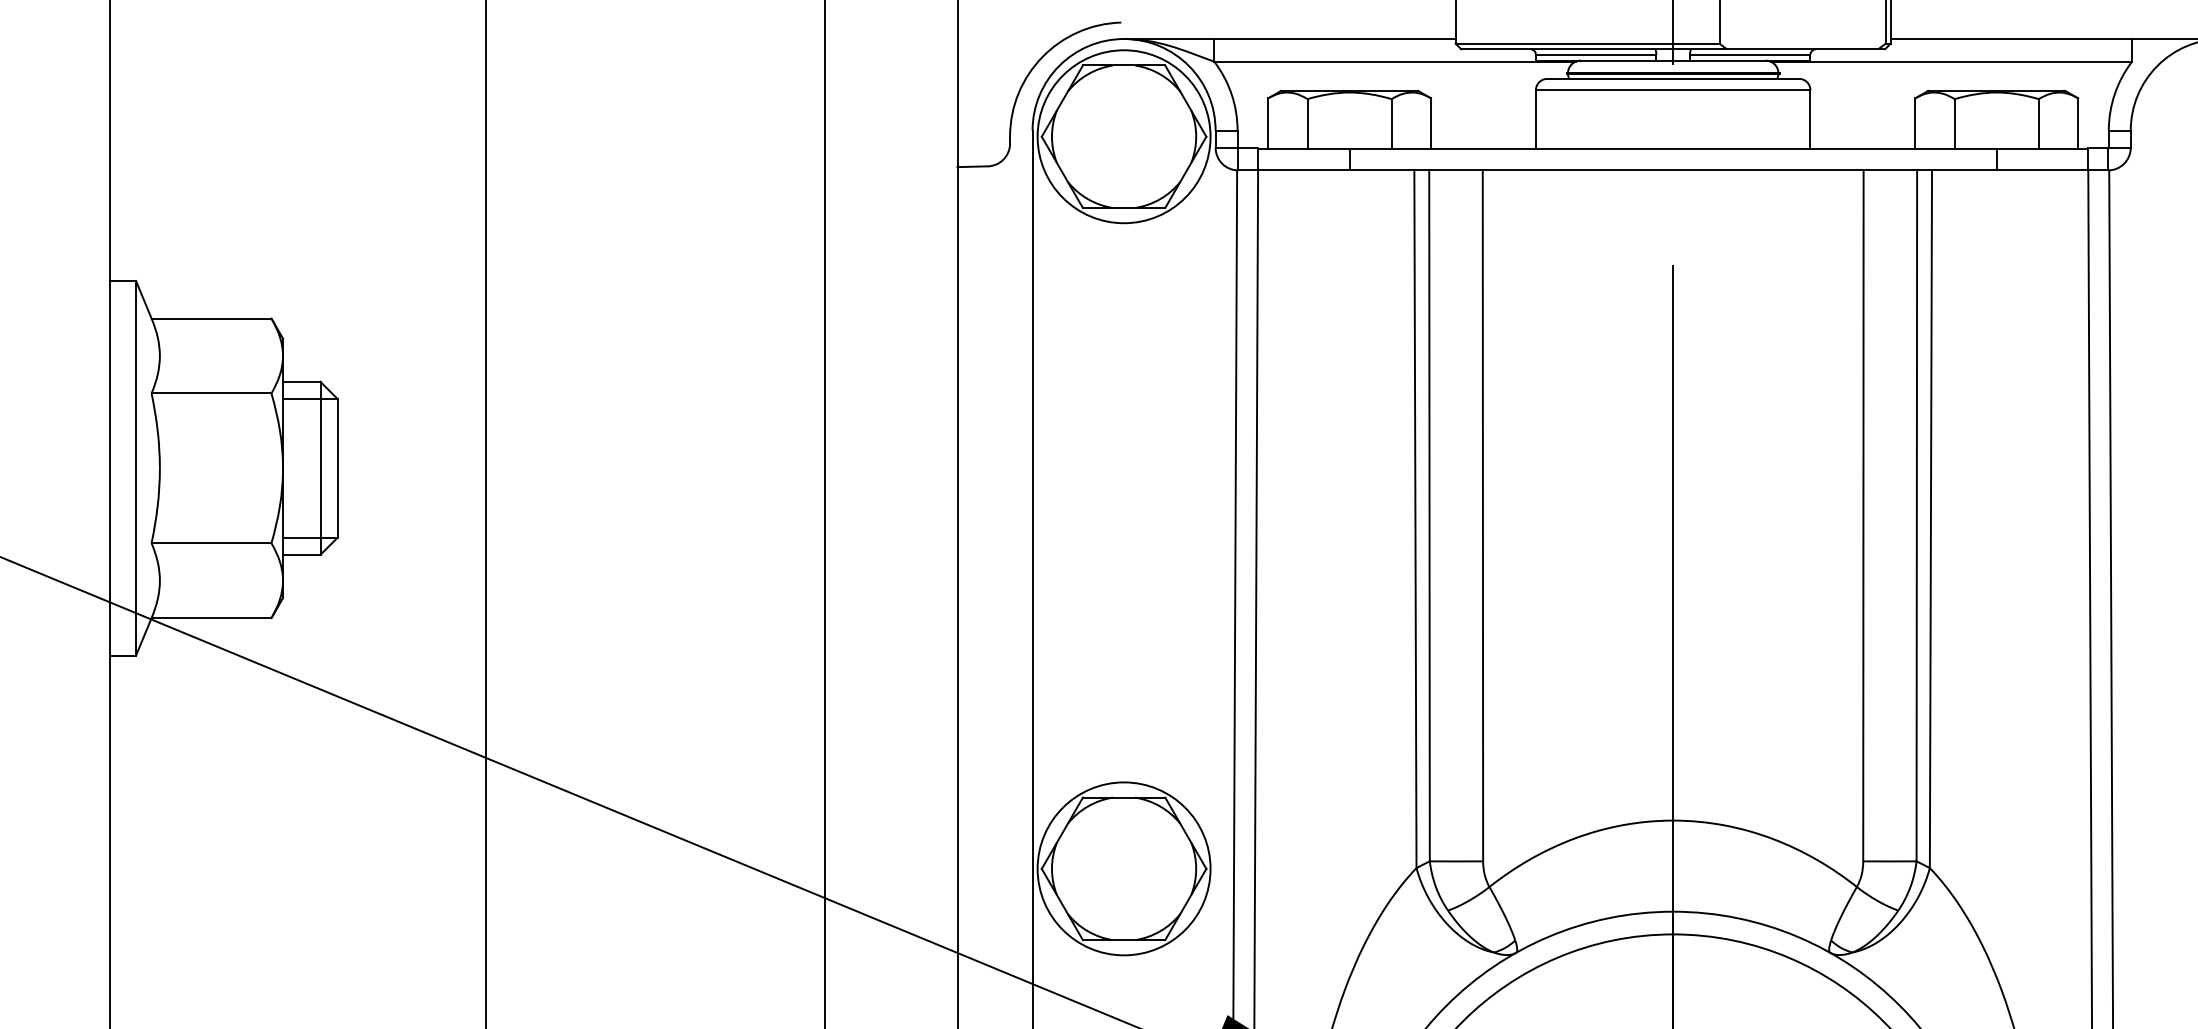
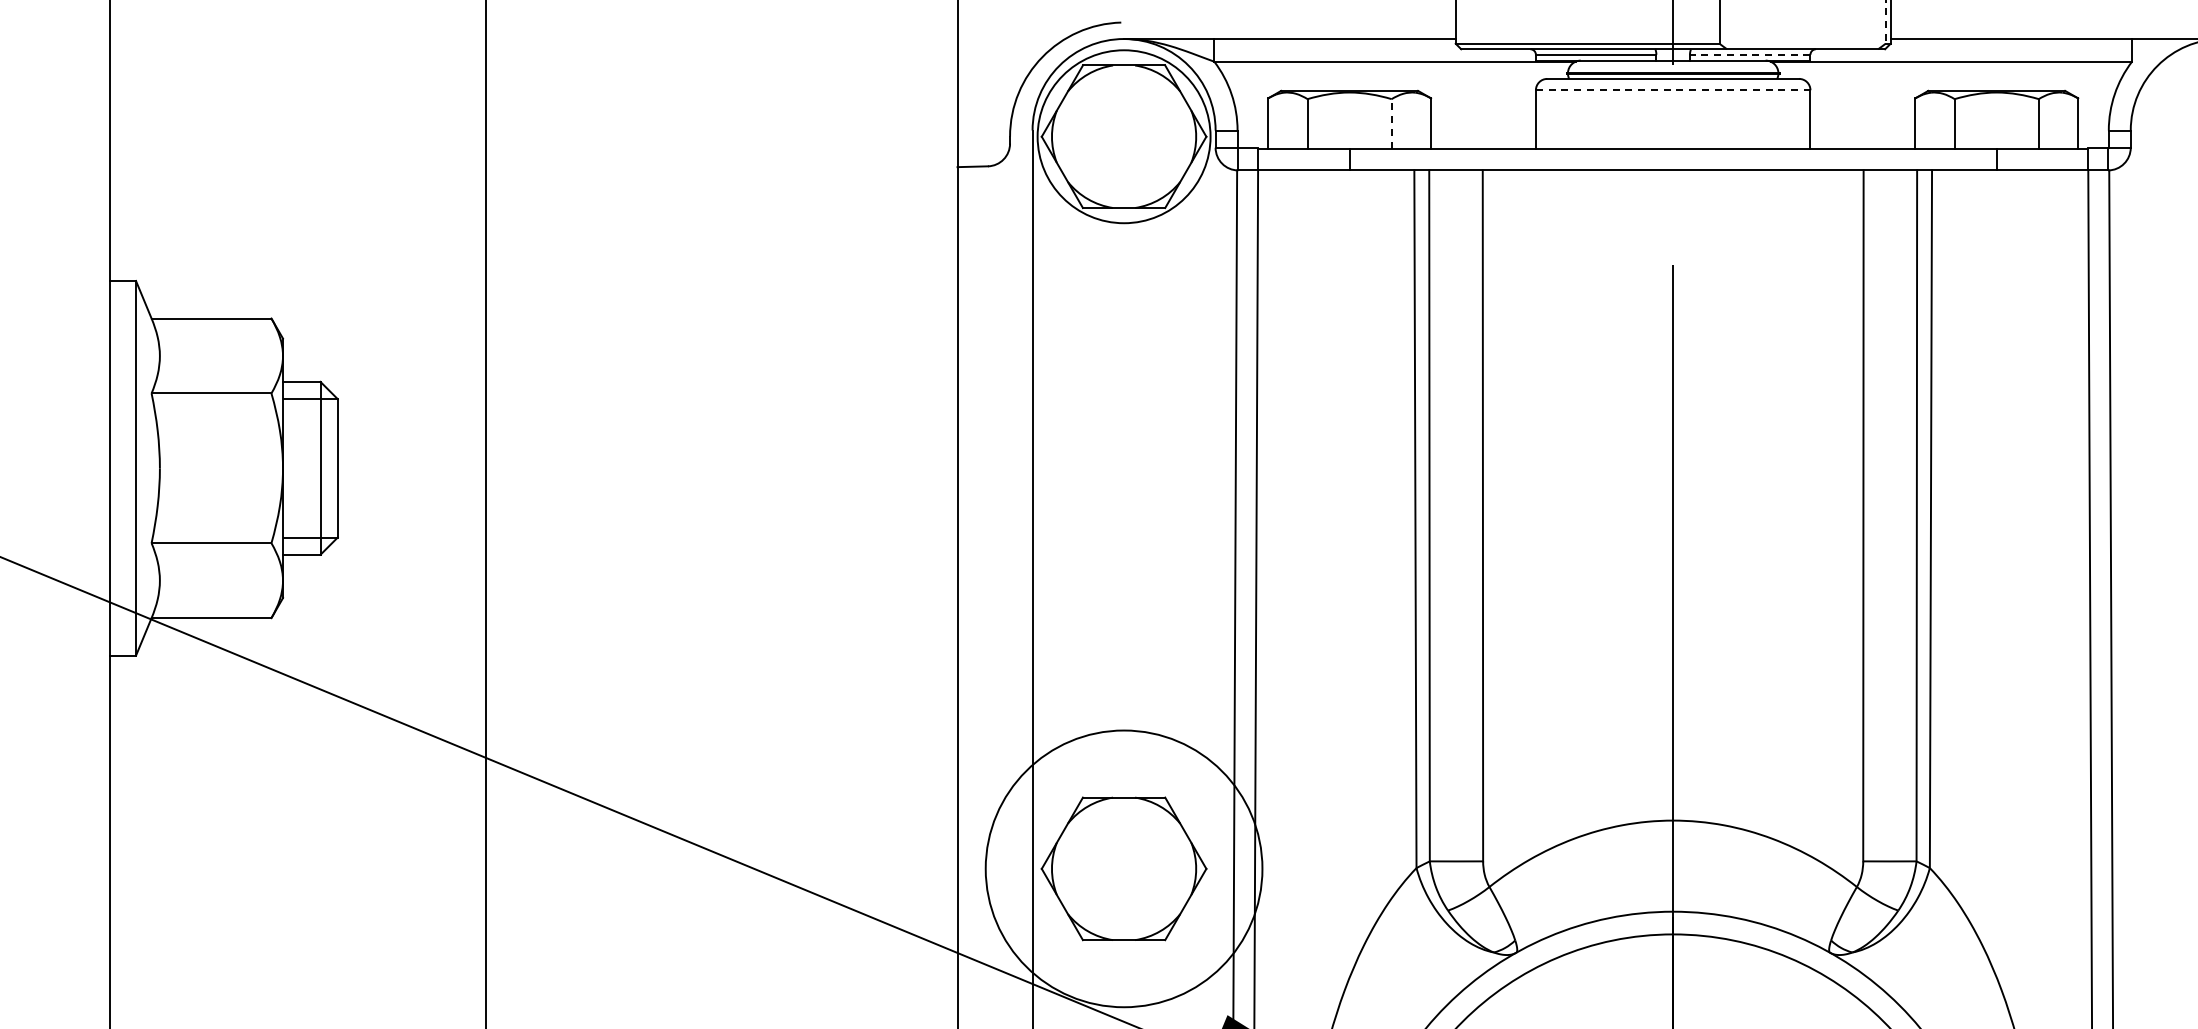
line at (1885, 21): solid -> dashed
line at (1749, 54): solid -> dashed
line at (1673, 90): solid -> dashed
line at (1391, 123): solid -> dashed
line at (825, 513): present -> none
circle at (1123, 868) diameter: 173 px -> 277 px
